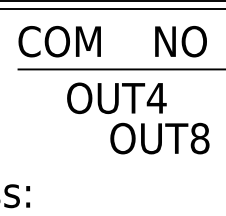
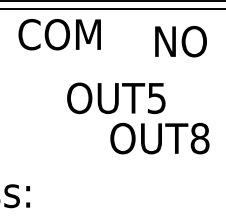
text at (59, 41) position: (59, 41) -> (59, 34)
line at (120, 69): present -> none
text at (156, 98): OUT4 -> OUT5
